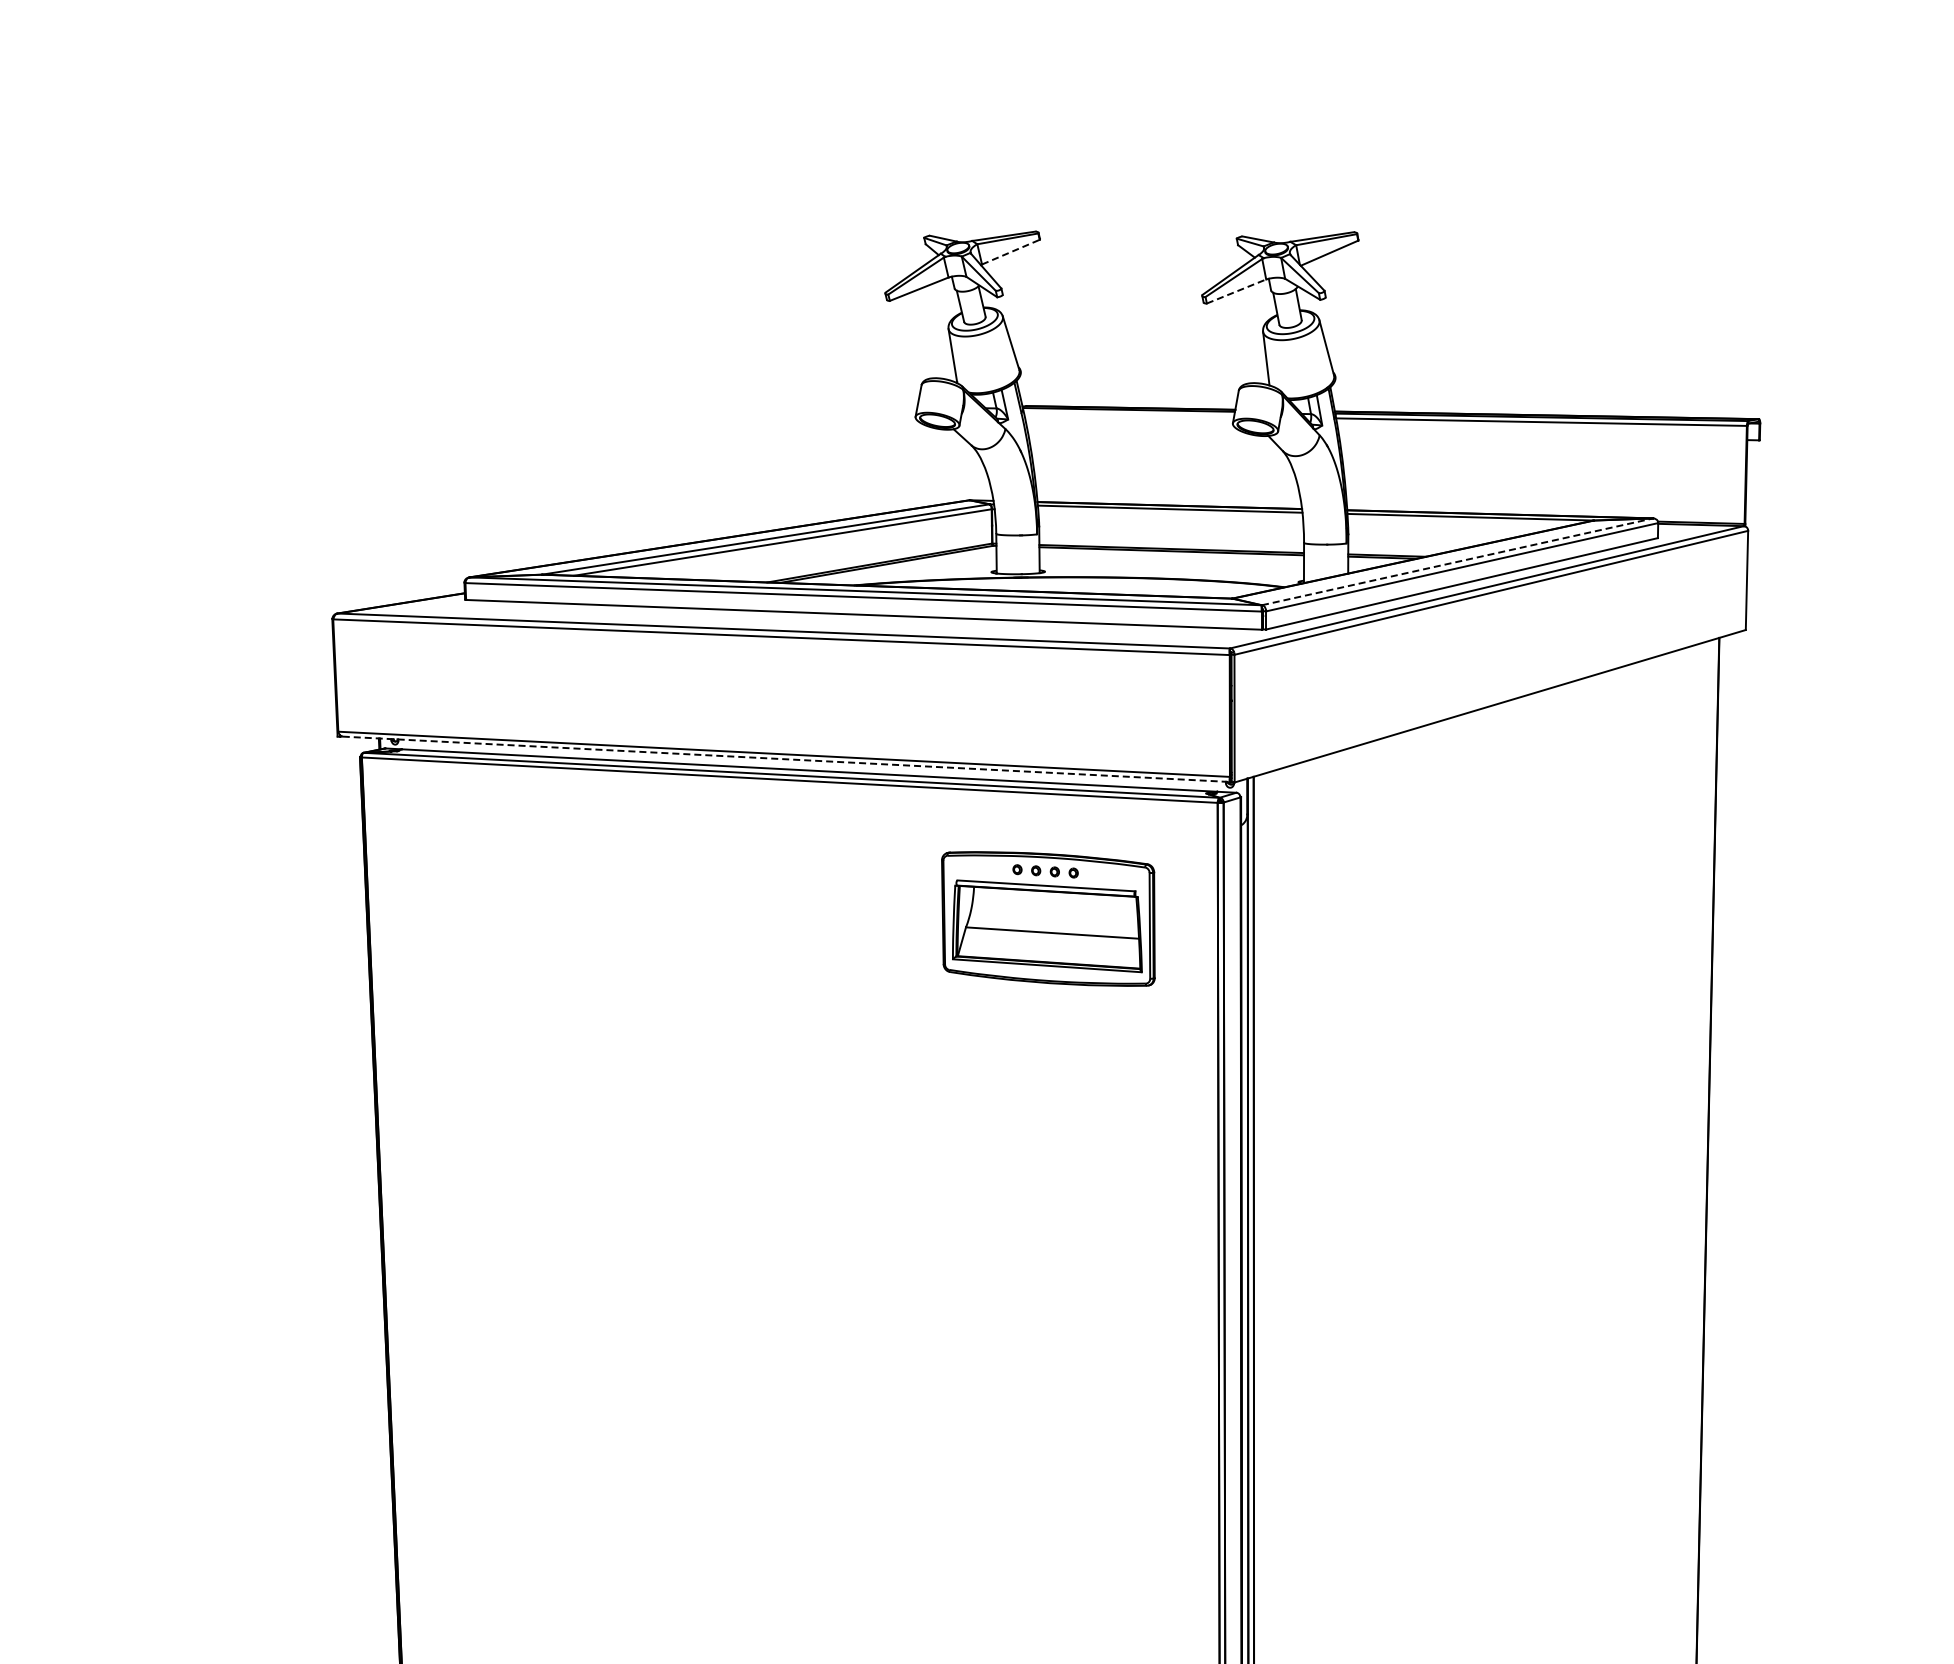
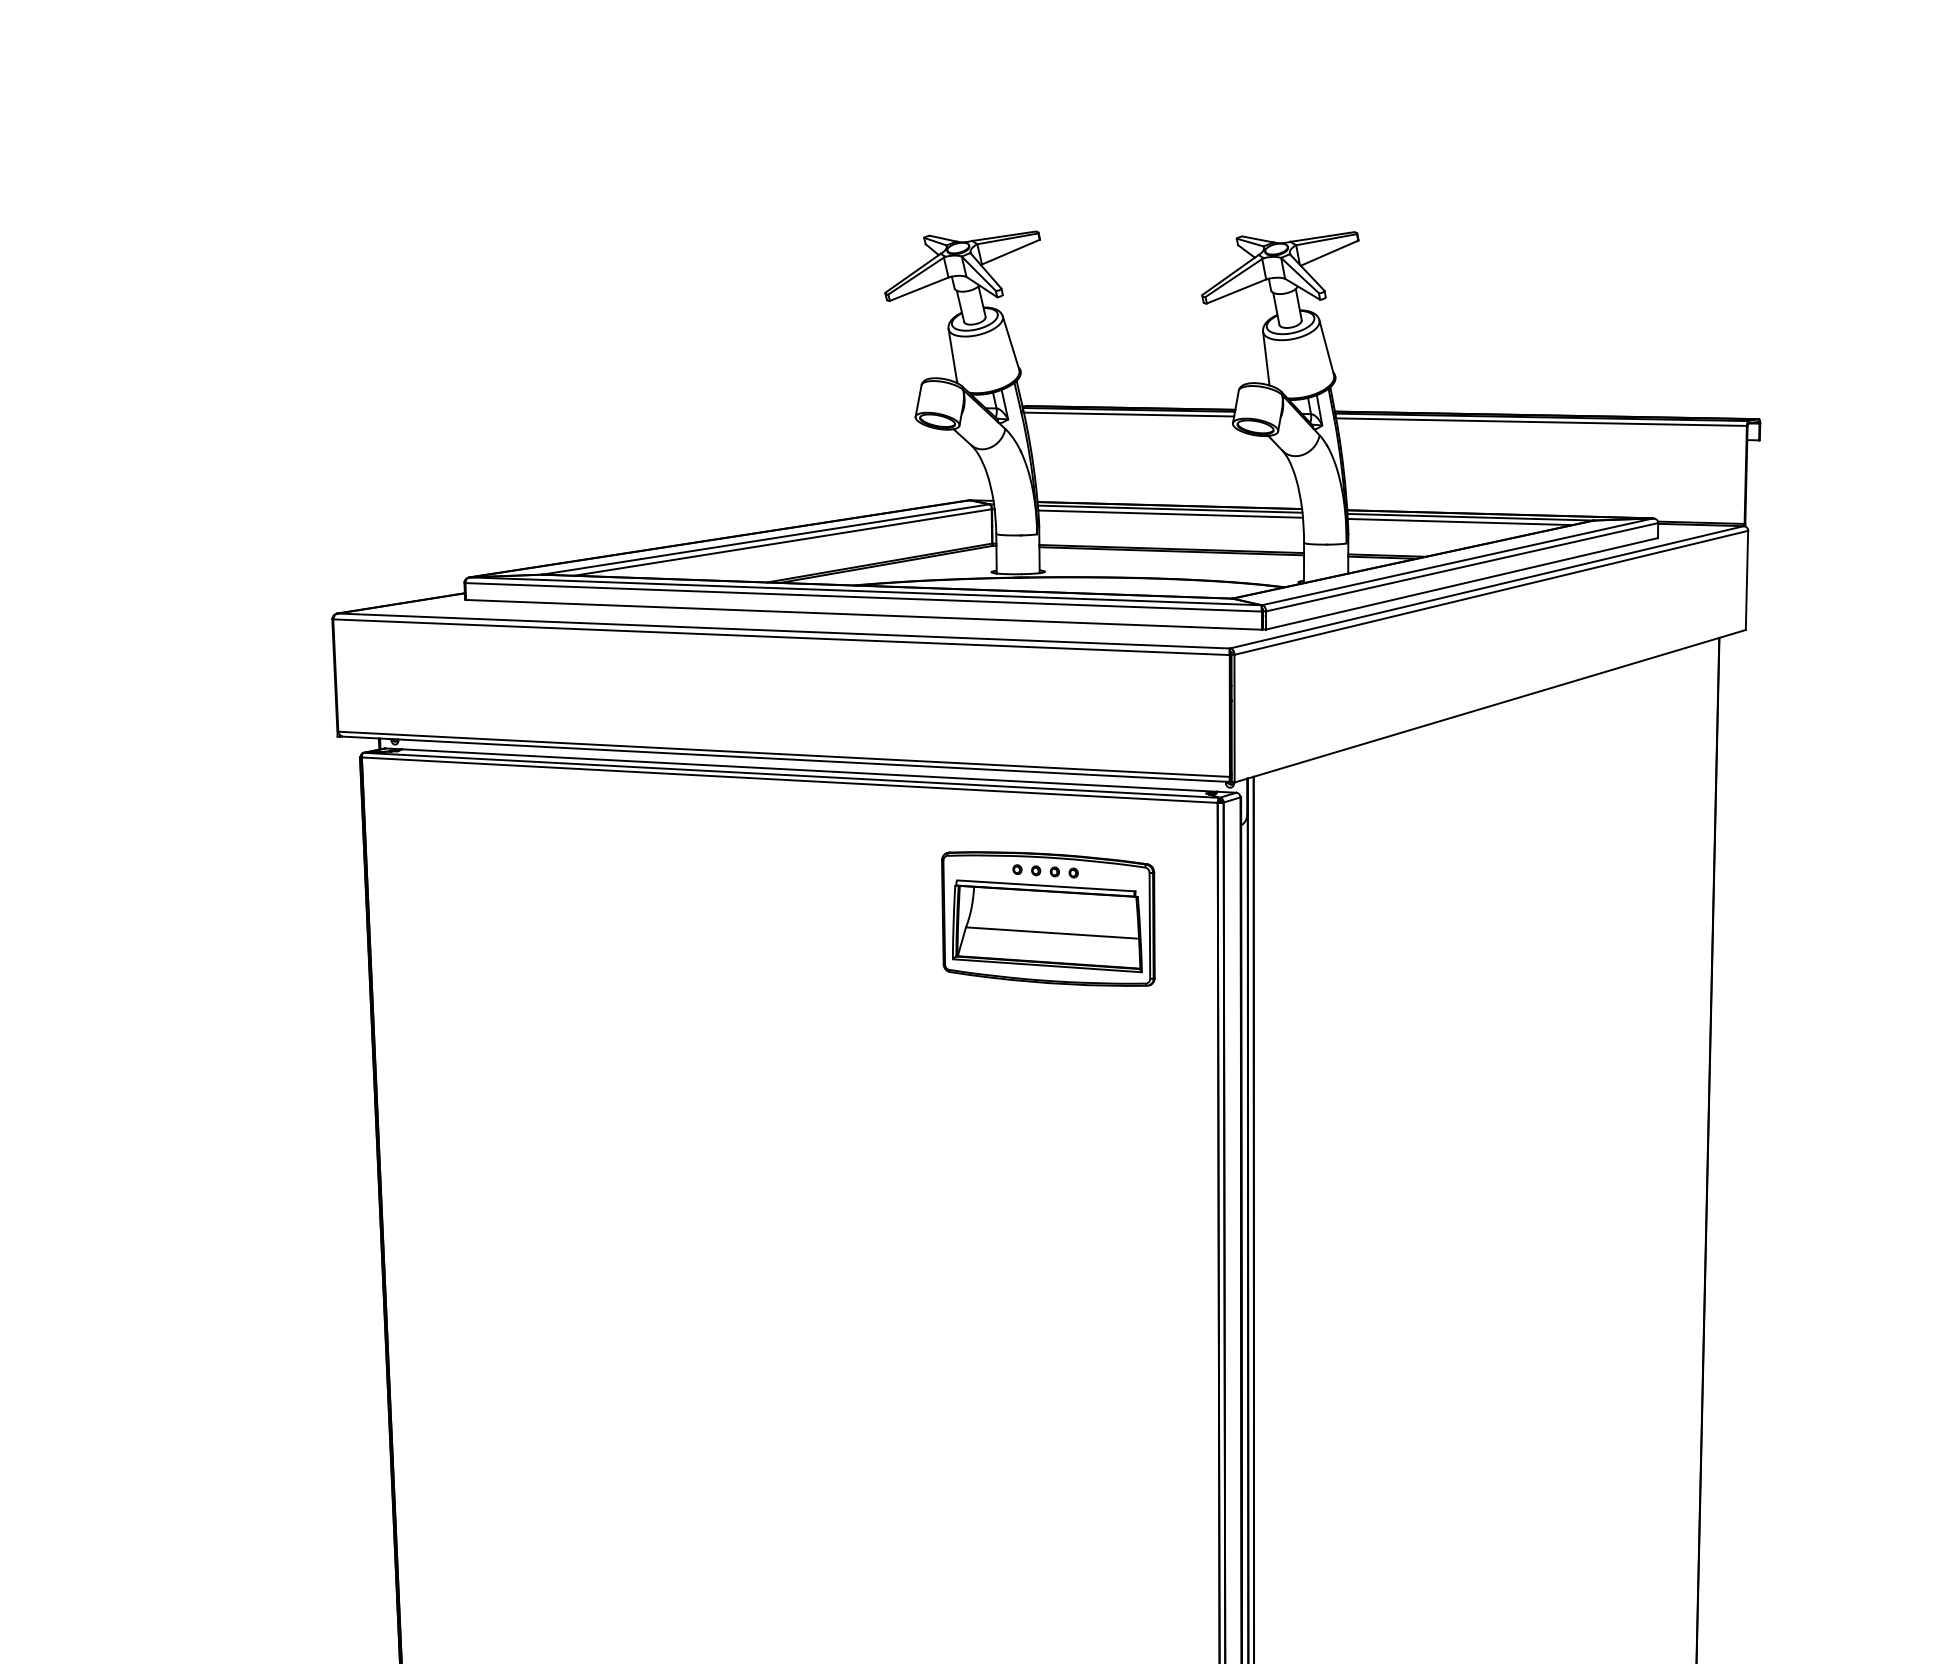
line at (1011, 251): dashed -> solid
line at (1236, 291): dashed -> solid
line at (1128, 414): none -> present
line at (1170, 513): none -> present
line at (1459, 521): none -> present
line at (1458, 561): dashed -> solid
line at (786, 759): dashed -> solid
